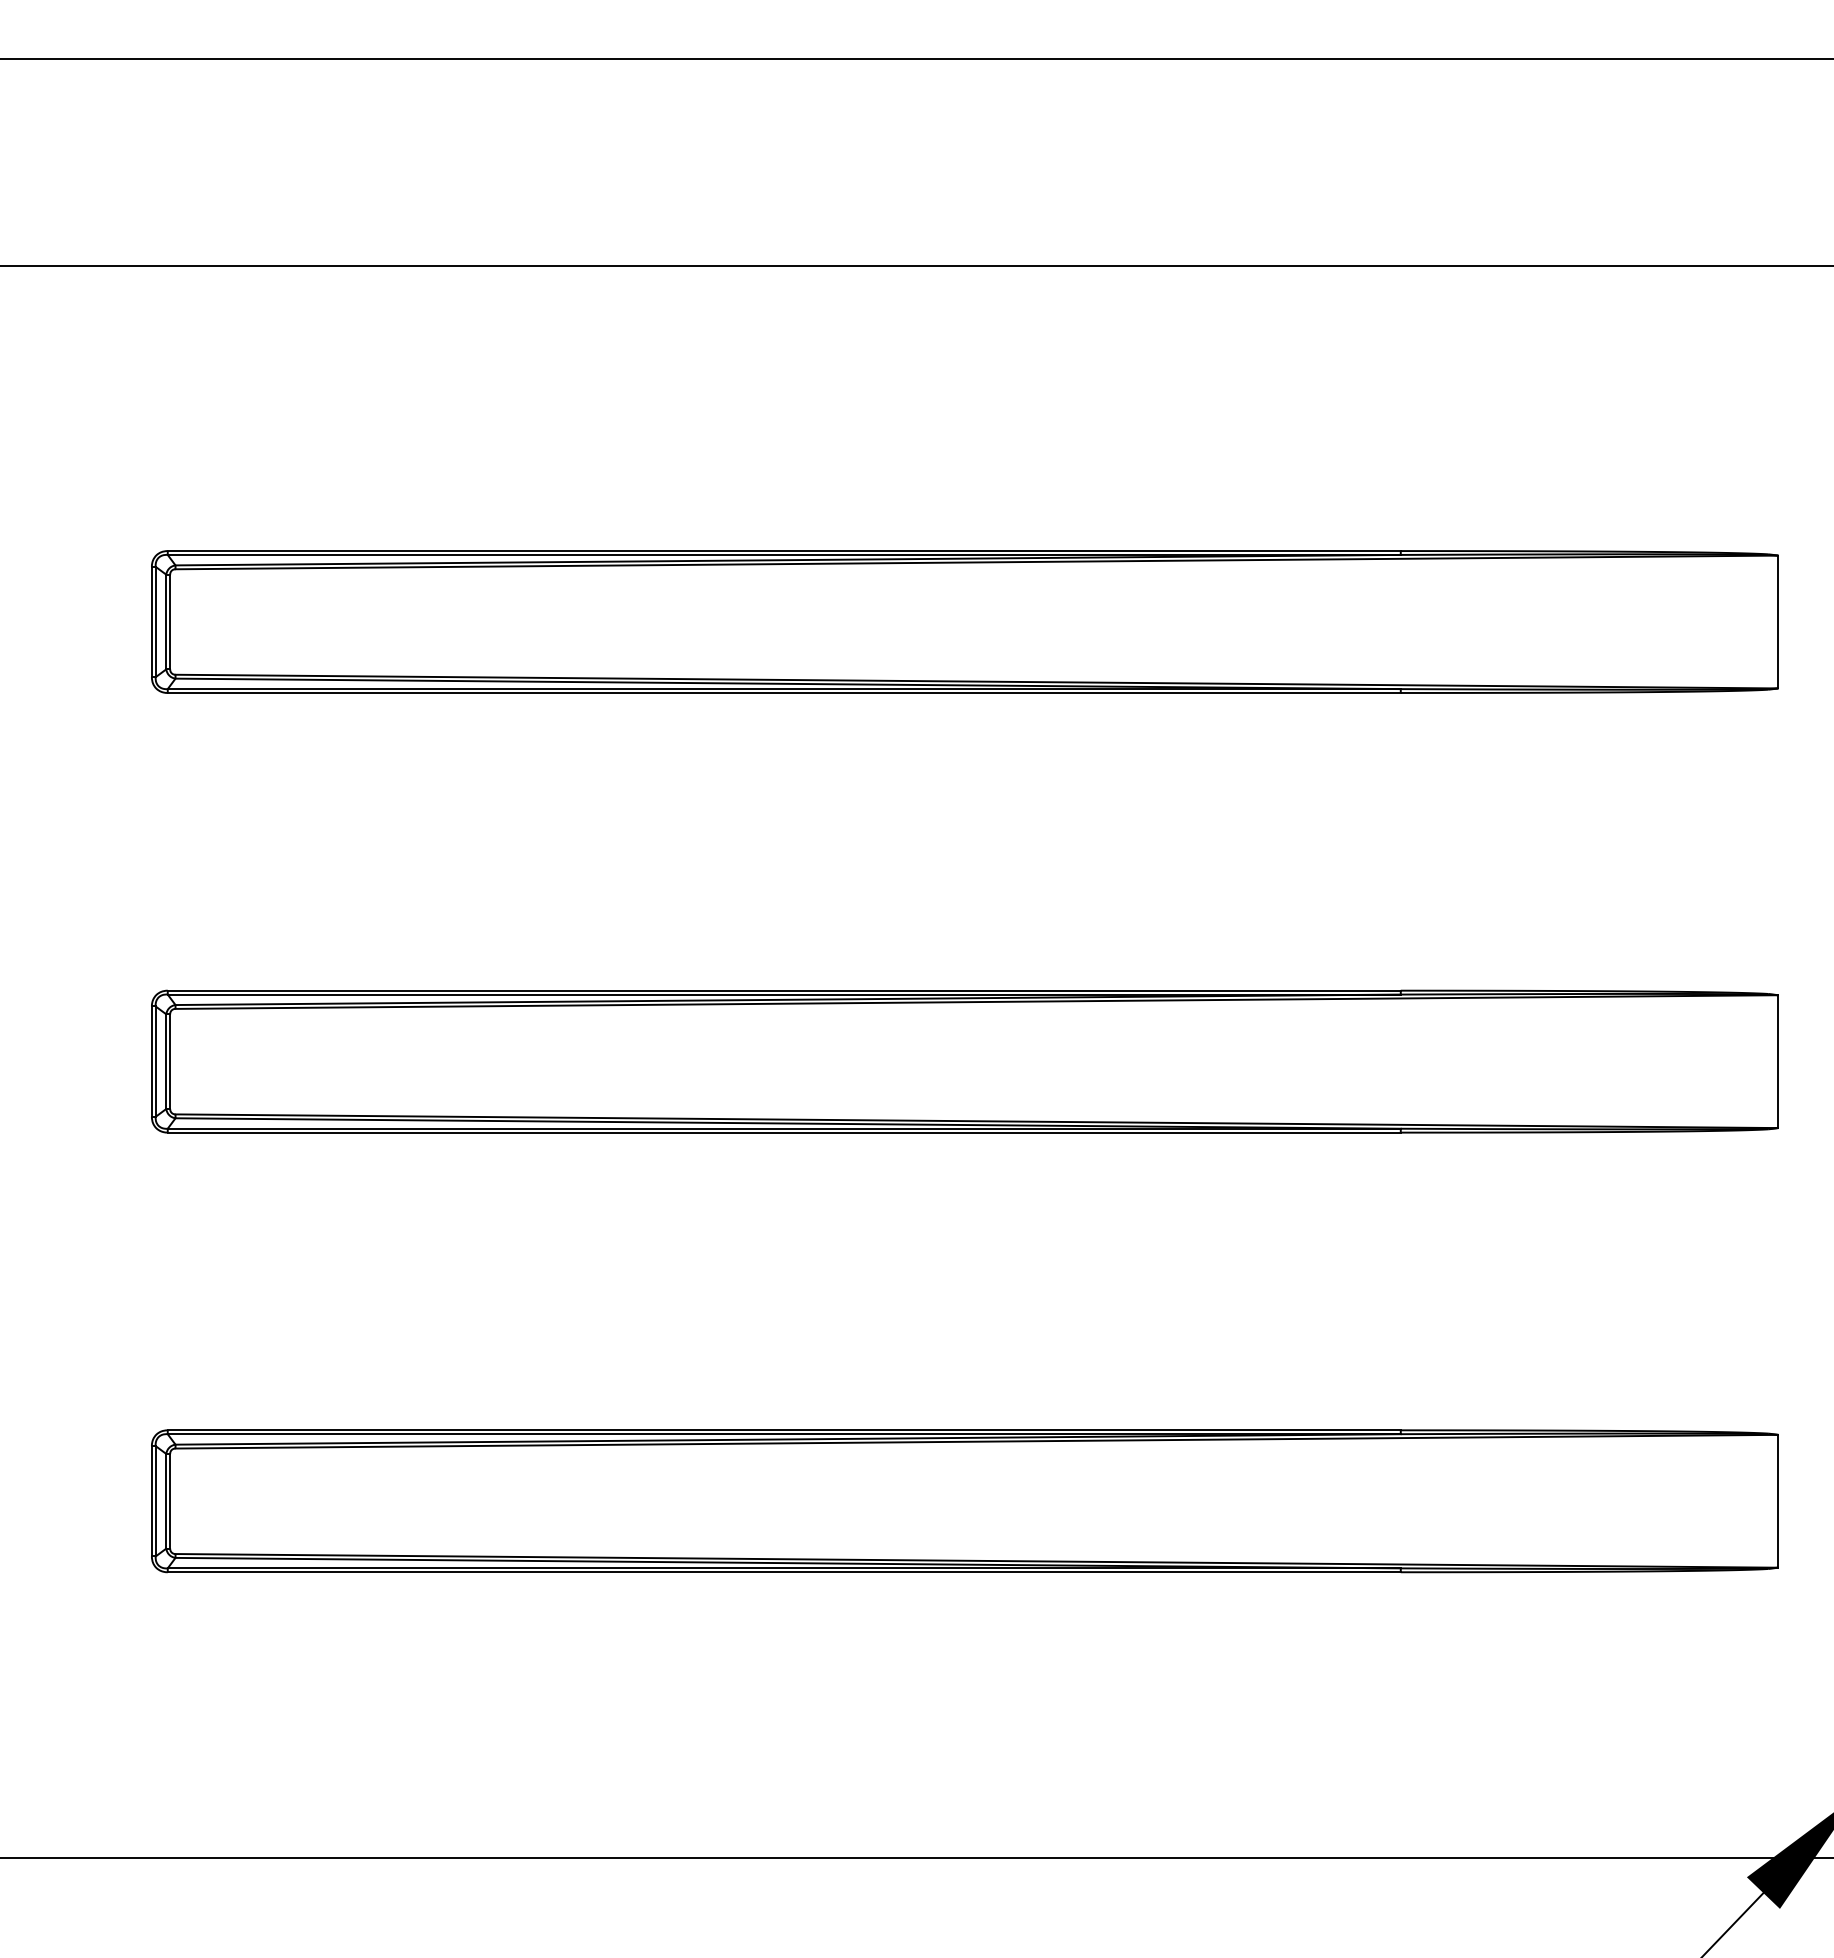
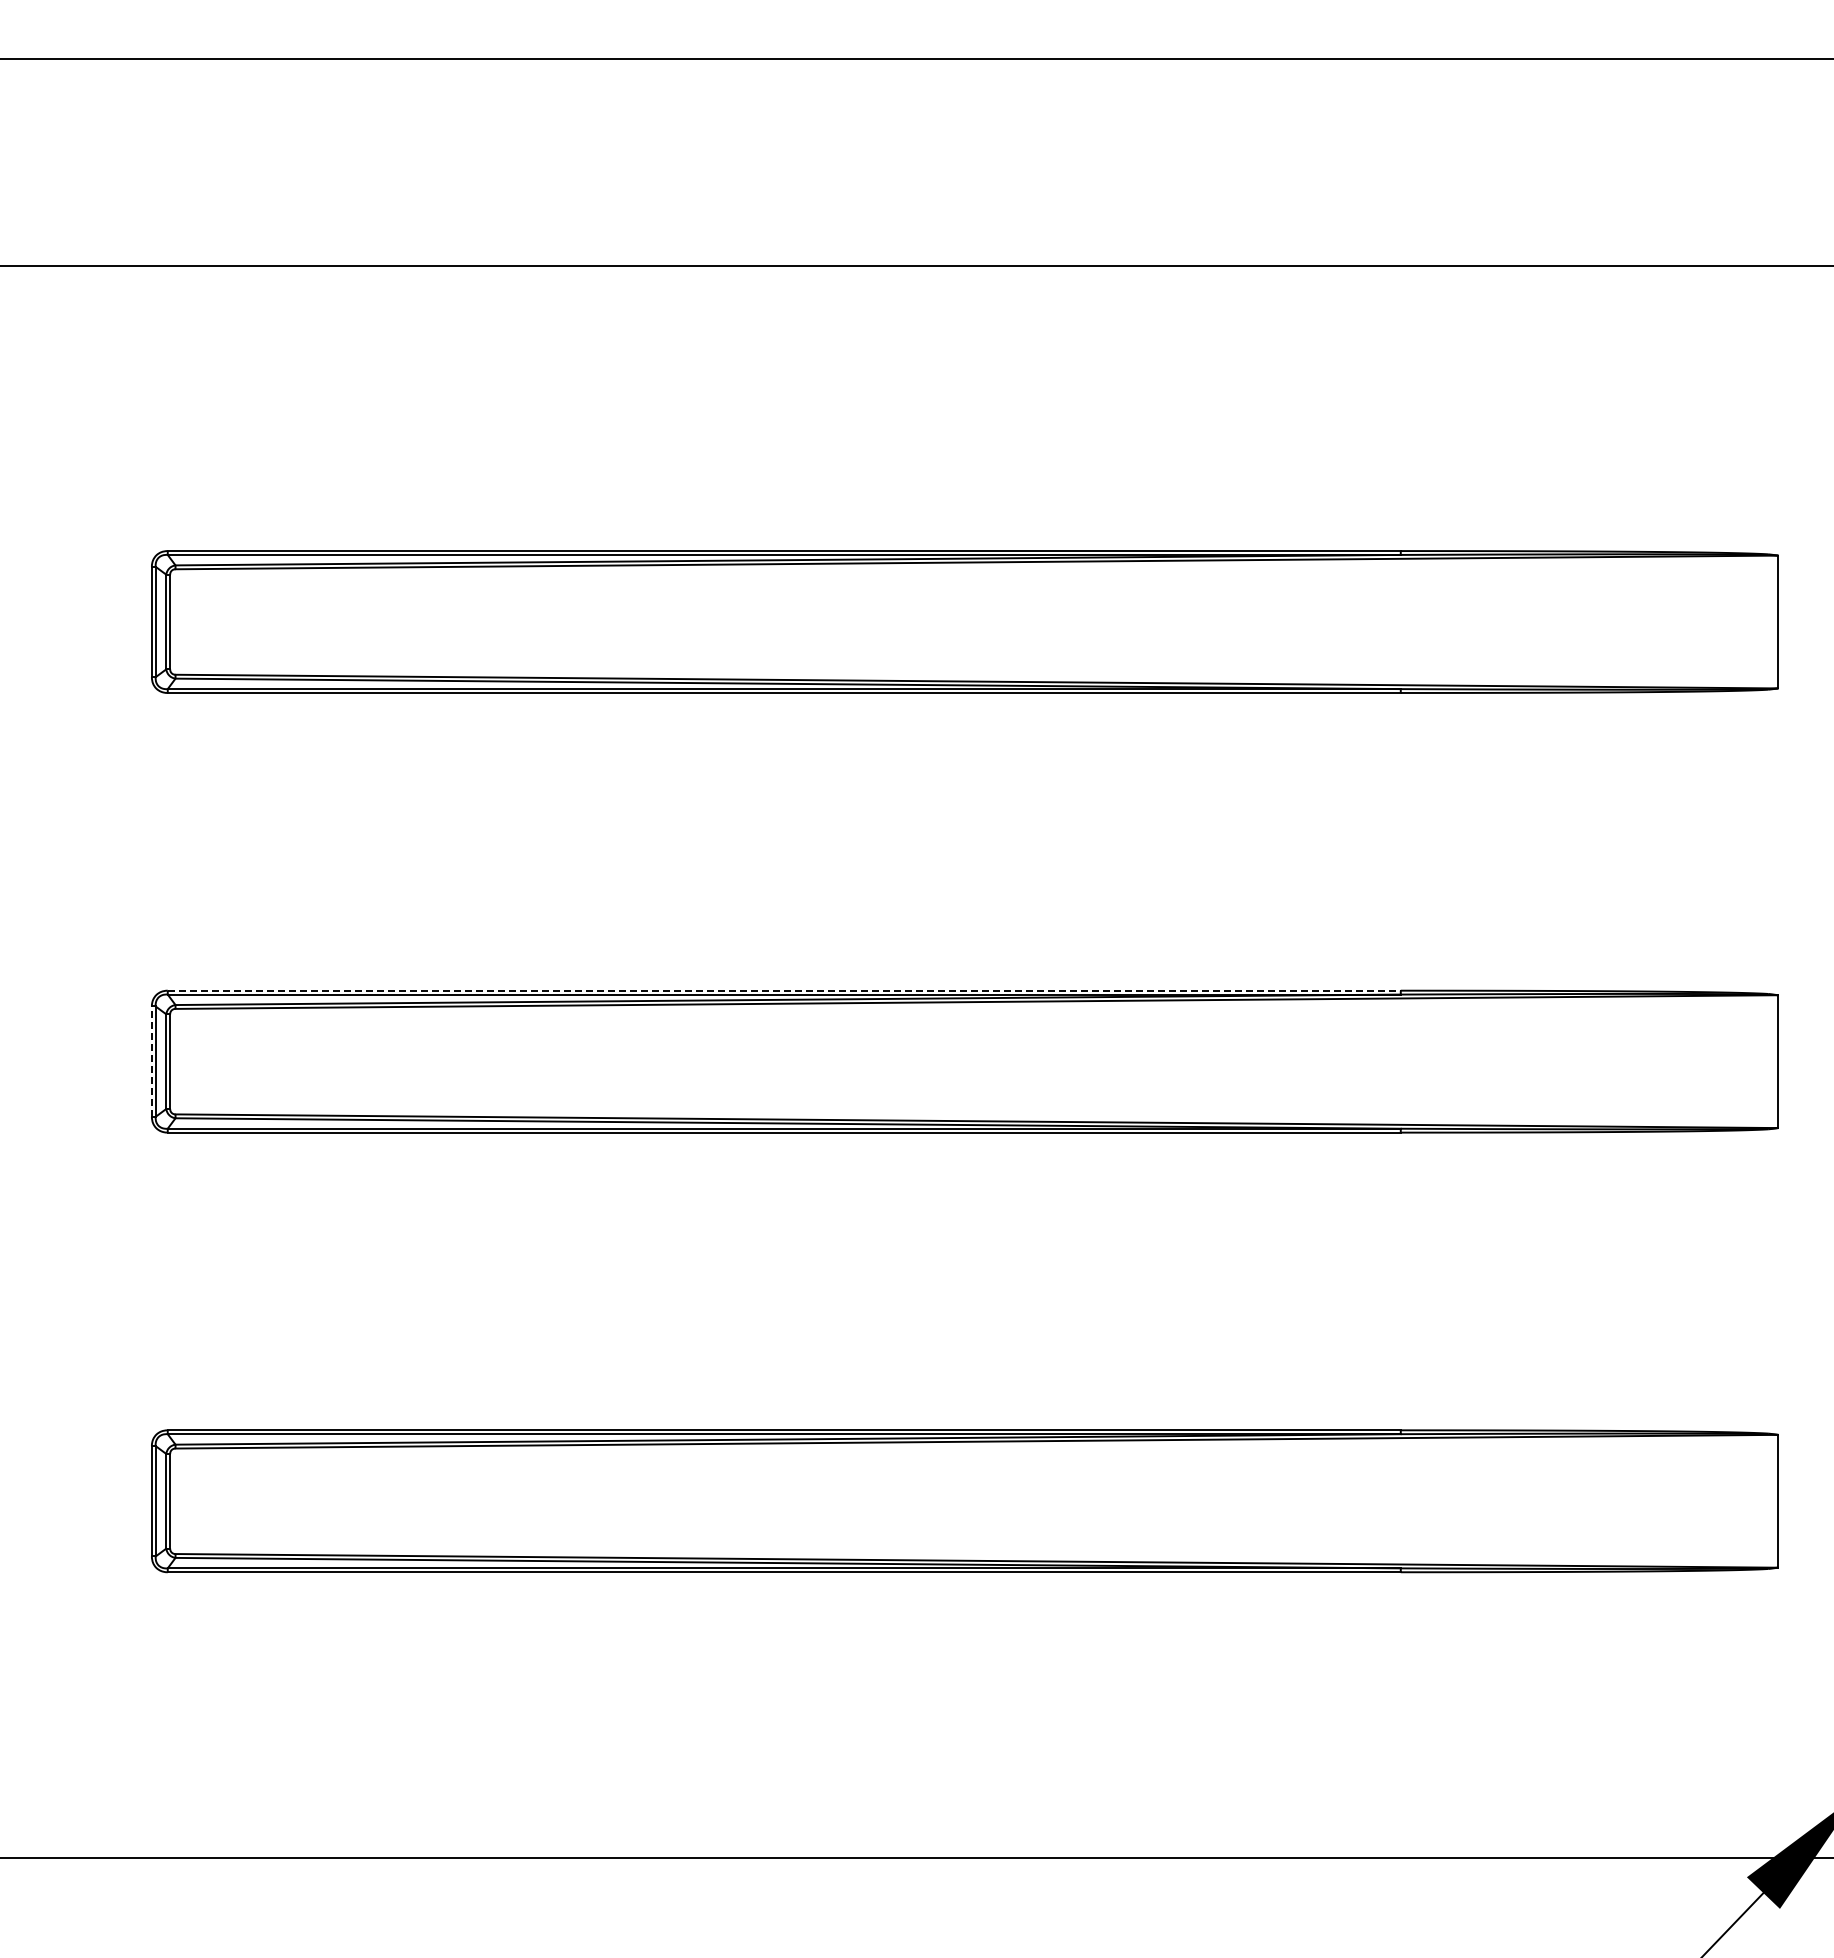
line at (784, 990): solid -> dashed
line at (151, 1061): solid -> dashed
